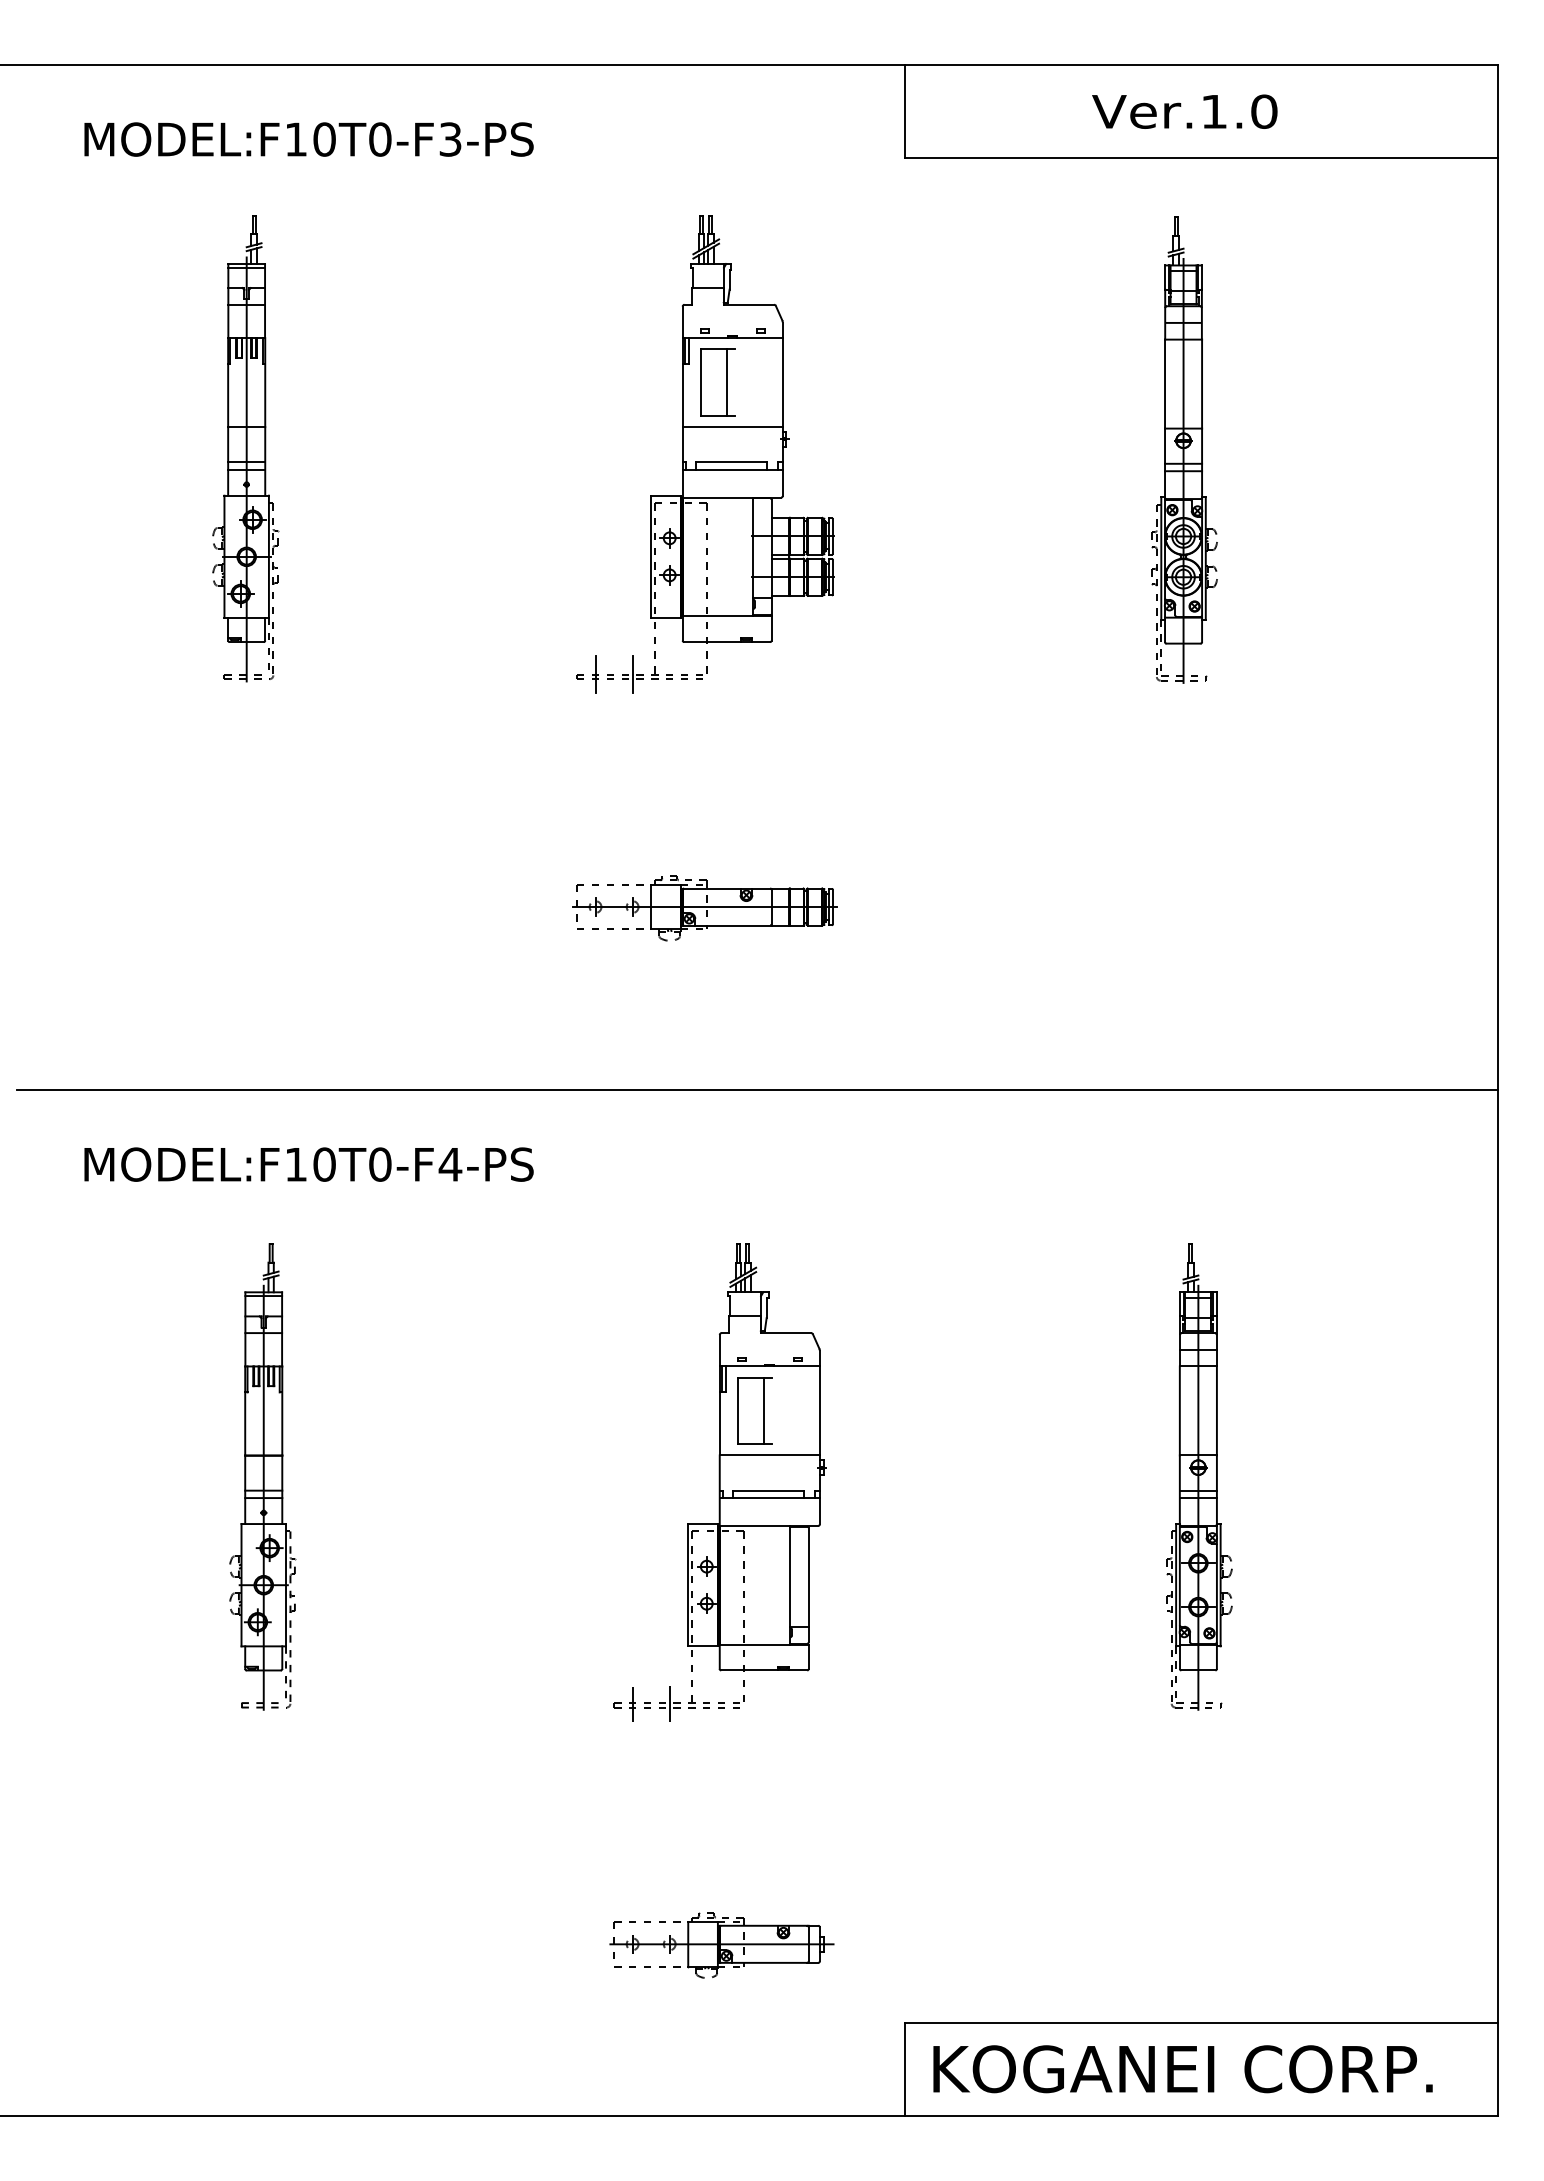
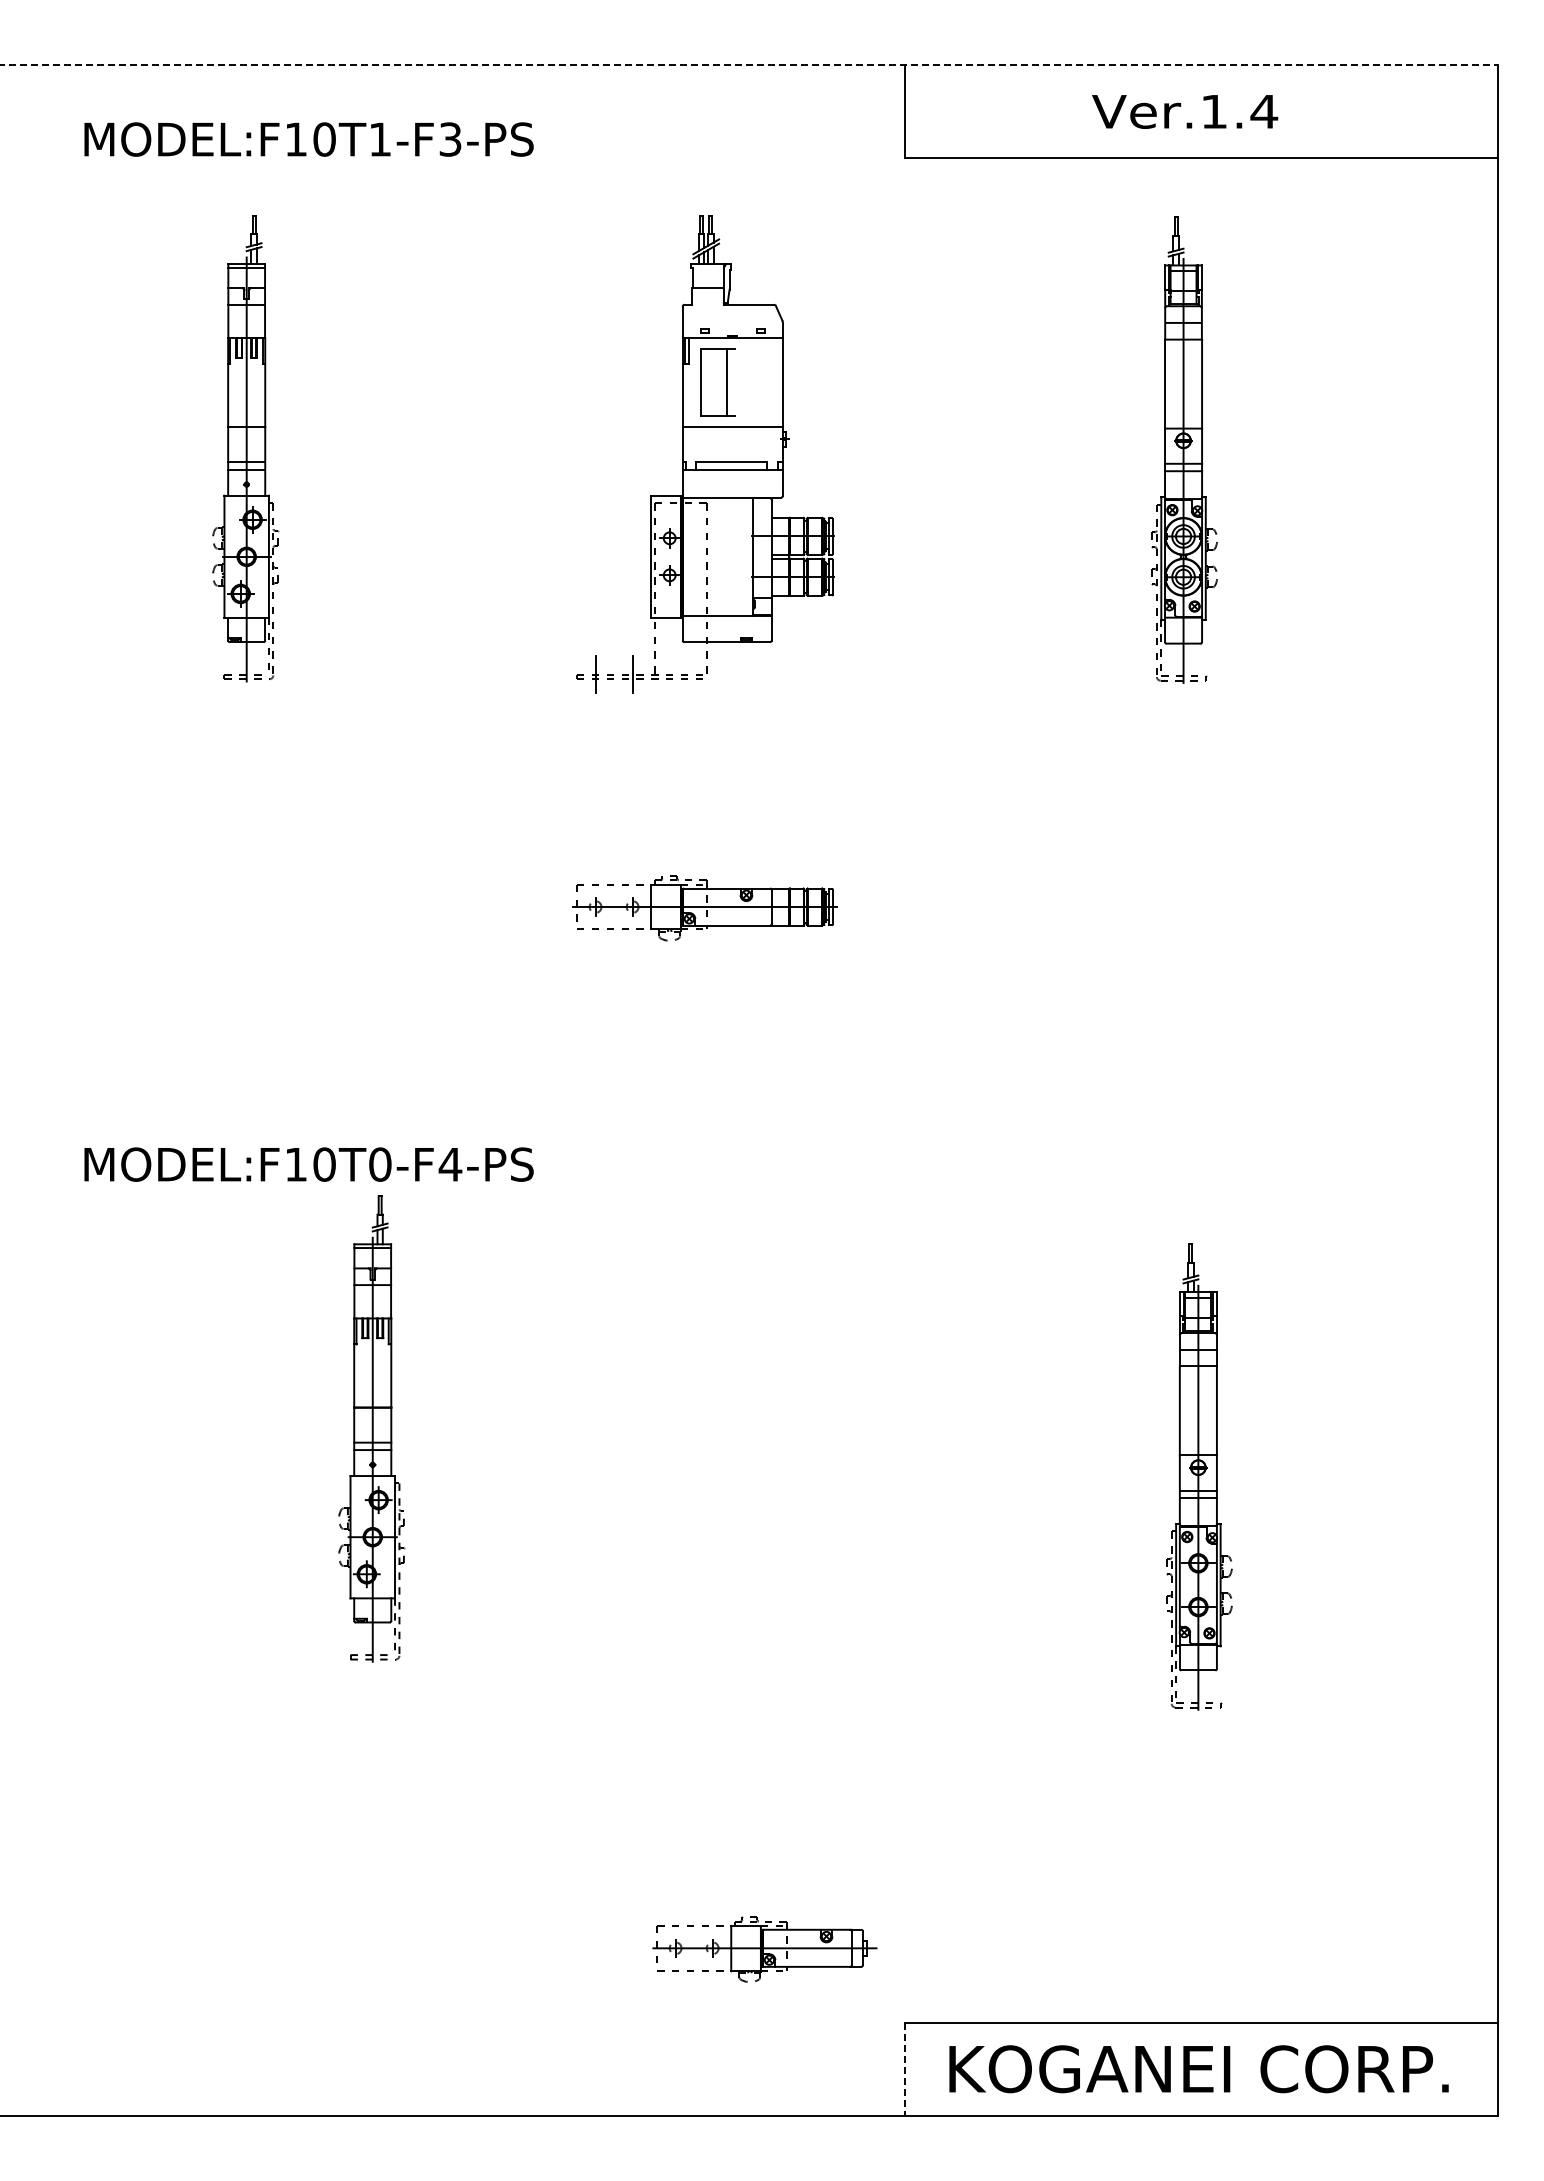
line at (748, 65): solid -> dashed
text at (1264, 111): Ver.1.0 -> Ver.1.4
text at (380, 139): MODEL:F10T0-F3-PS -> MODEL:F10T1-F3-PS
line at (756, 1090): present -> none
part at (262, 1476) position: (262, 1476) -> (371, 1428)
part at (719, 1482): present -> none
part at (721, 1945) position: (721, 1945) -> (764, 1949)
line at (904, 2069): solid -> dashed
text at (1182, 2069) position: (1182, 2069) -> (1198, 2069)
